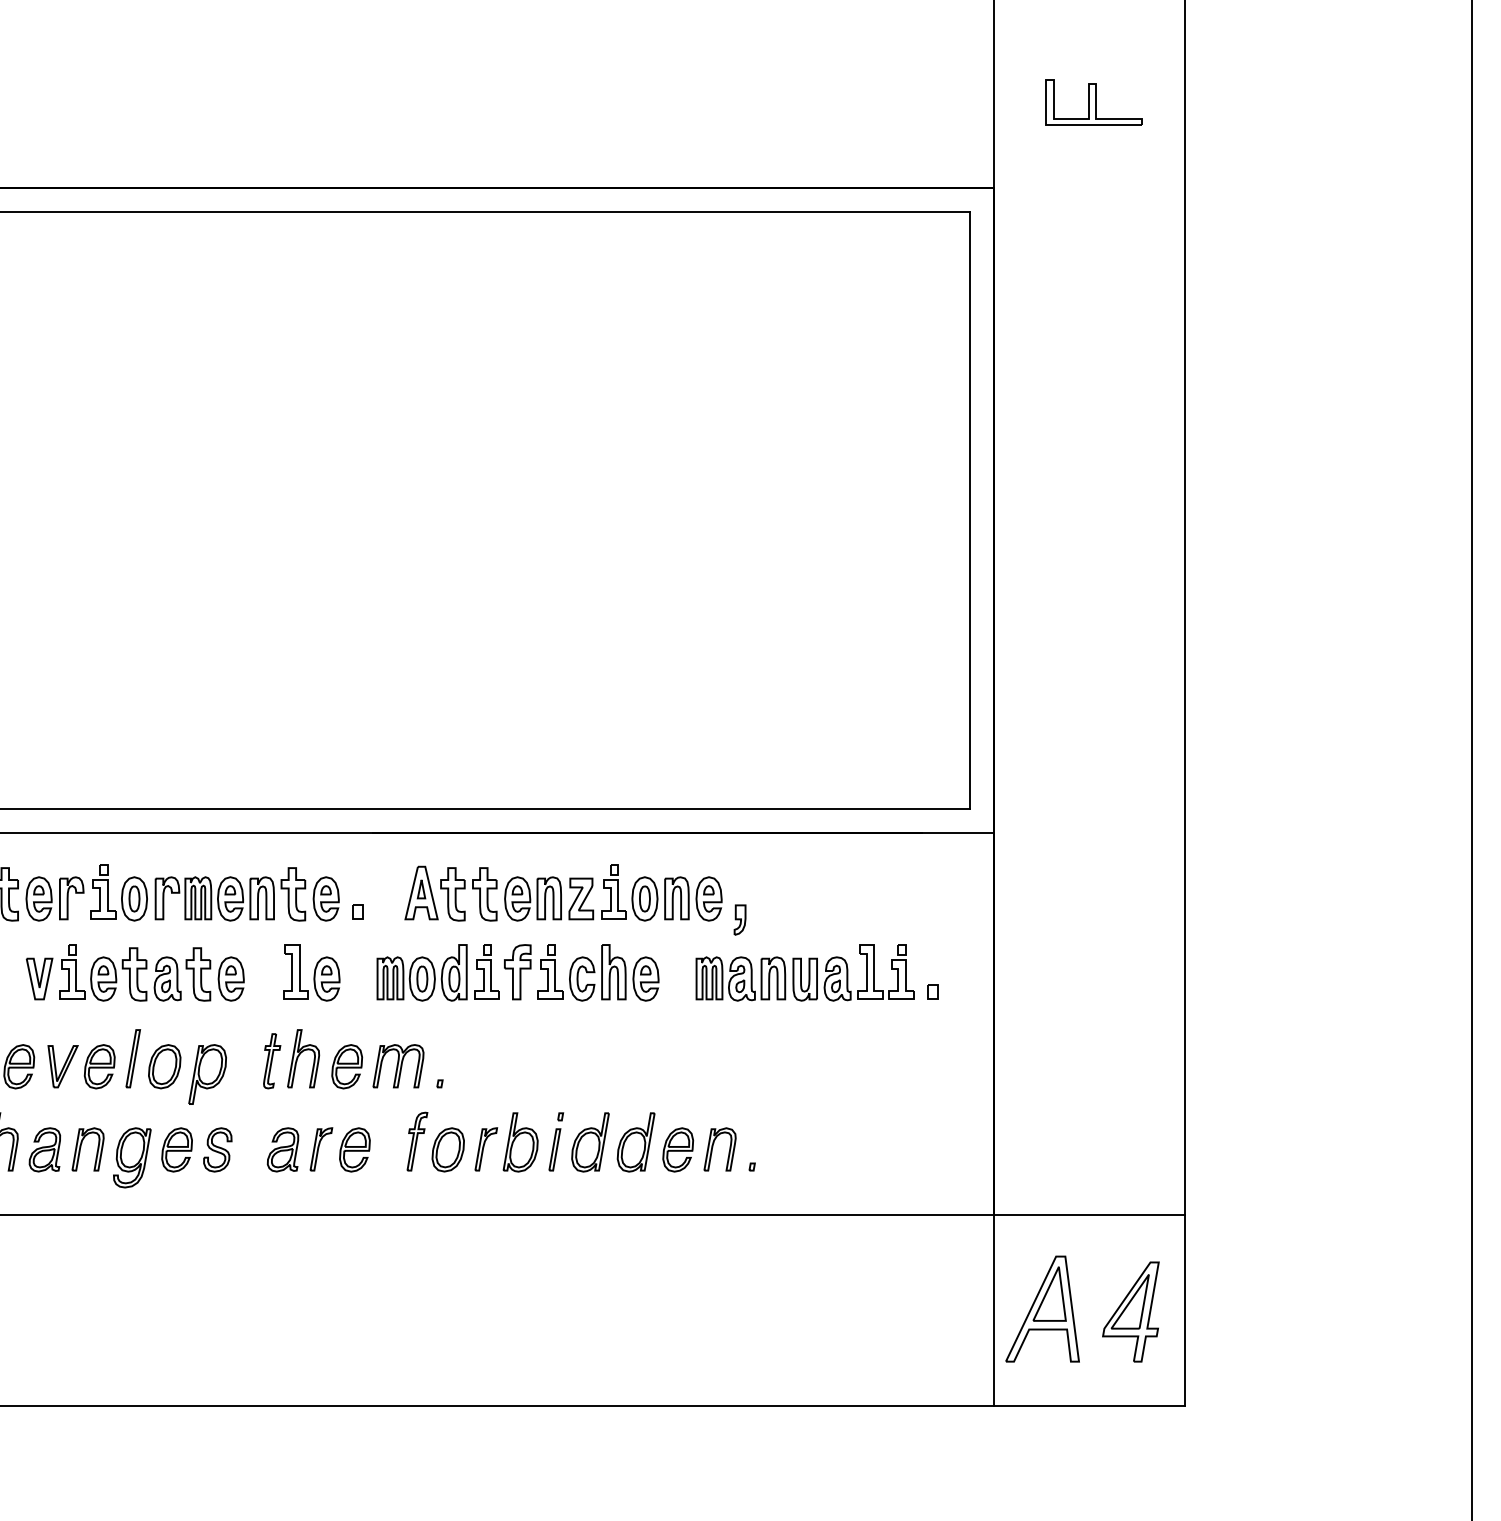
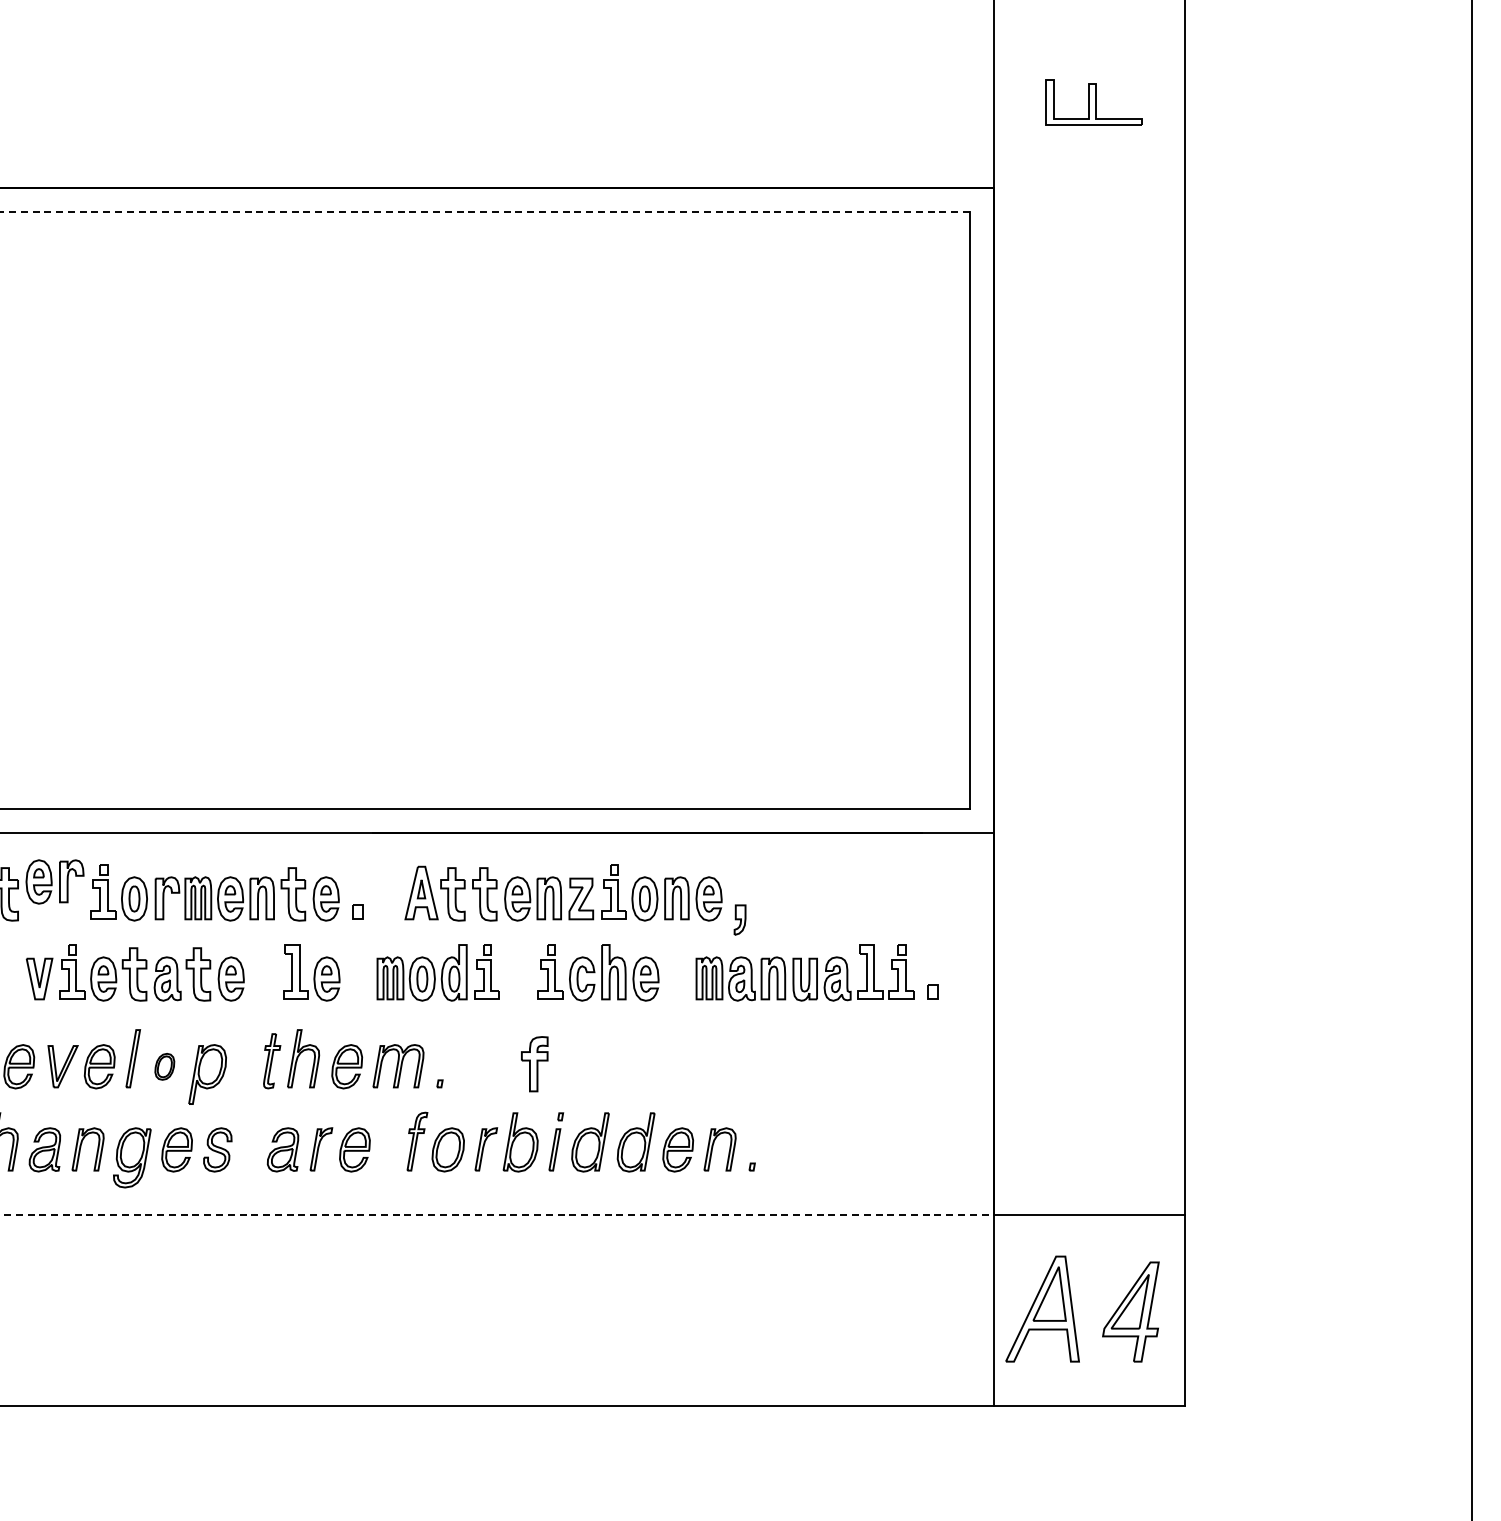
line at (485, 212): solid -> dashed
part at (54, 898) position: (54, 898) -> (54, 881)
part at (517, 972) position: (517, 972) -> (534, 1064)
part at (164, 1066) size: 34x46 px -> 22x28 px
line at (498, 1215): solid -> dashed
